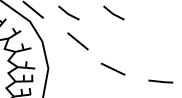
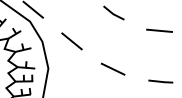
line at (67, 12): present -> none
line at (159, 30): none -> present
line at (77, 41) position: (77, 41) -> (71, 41)
